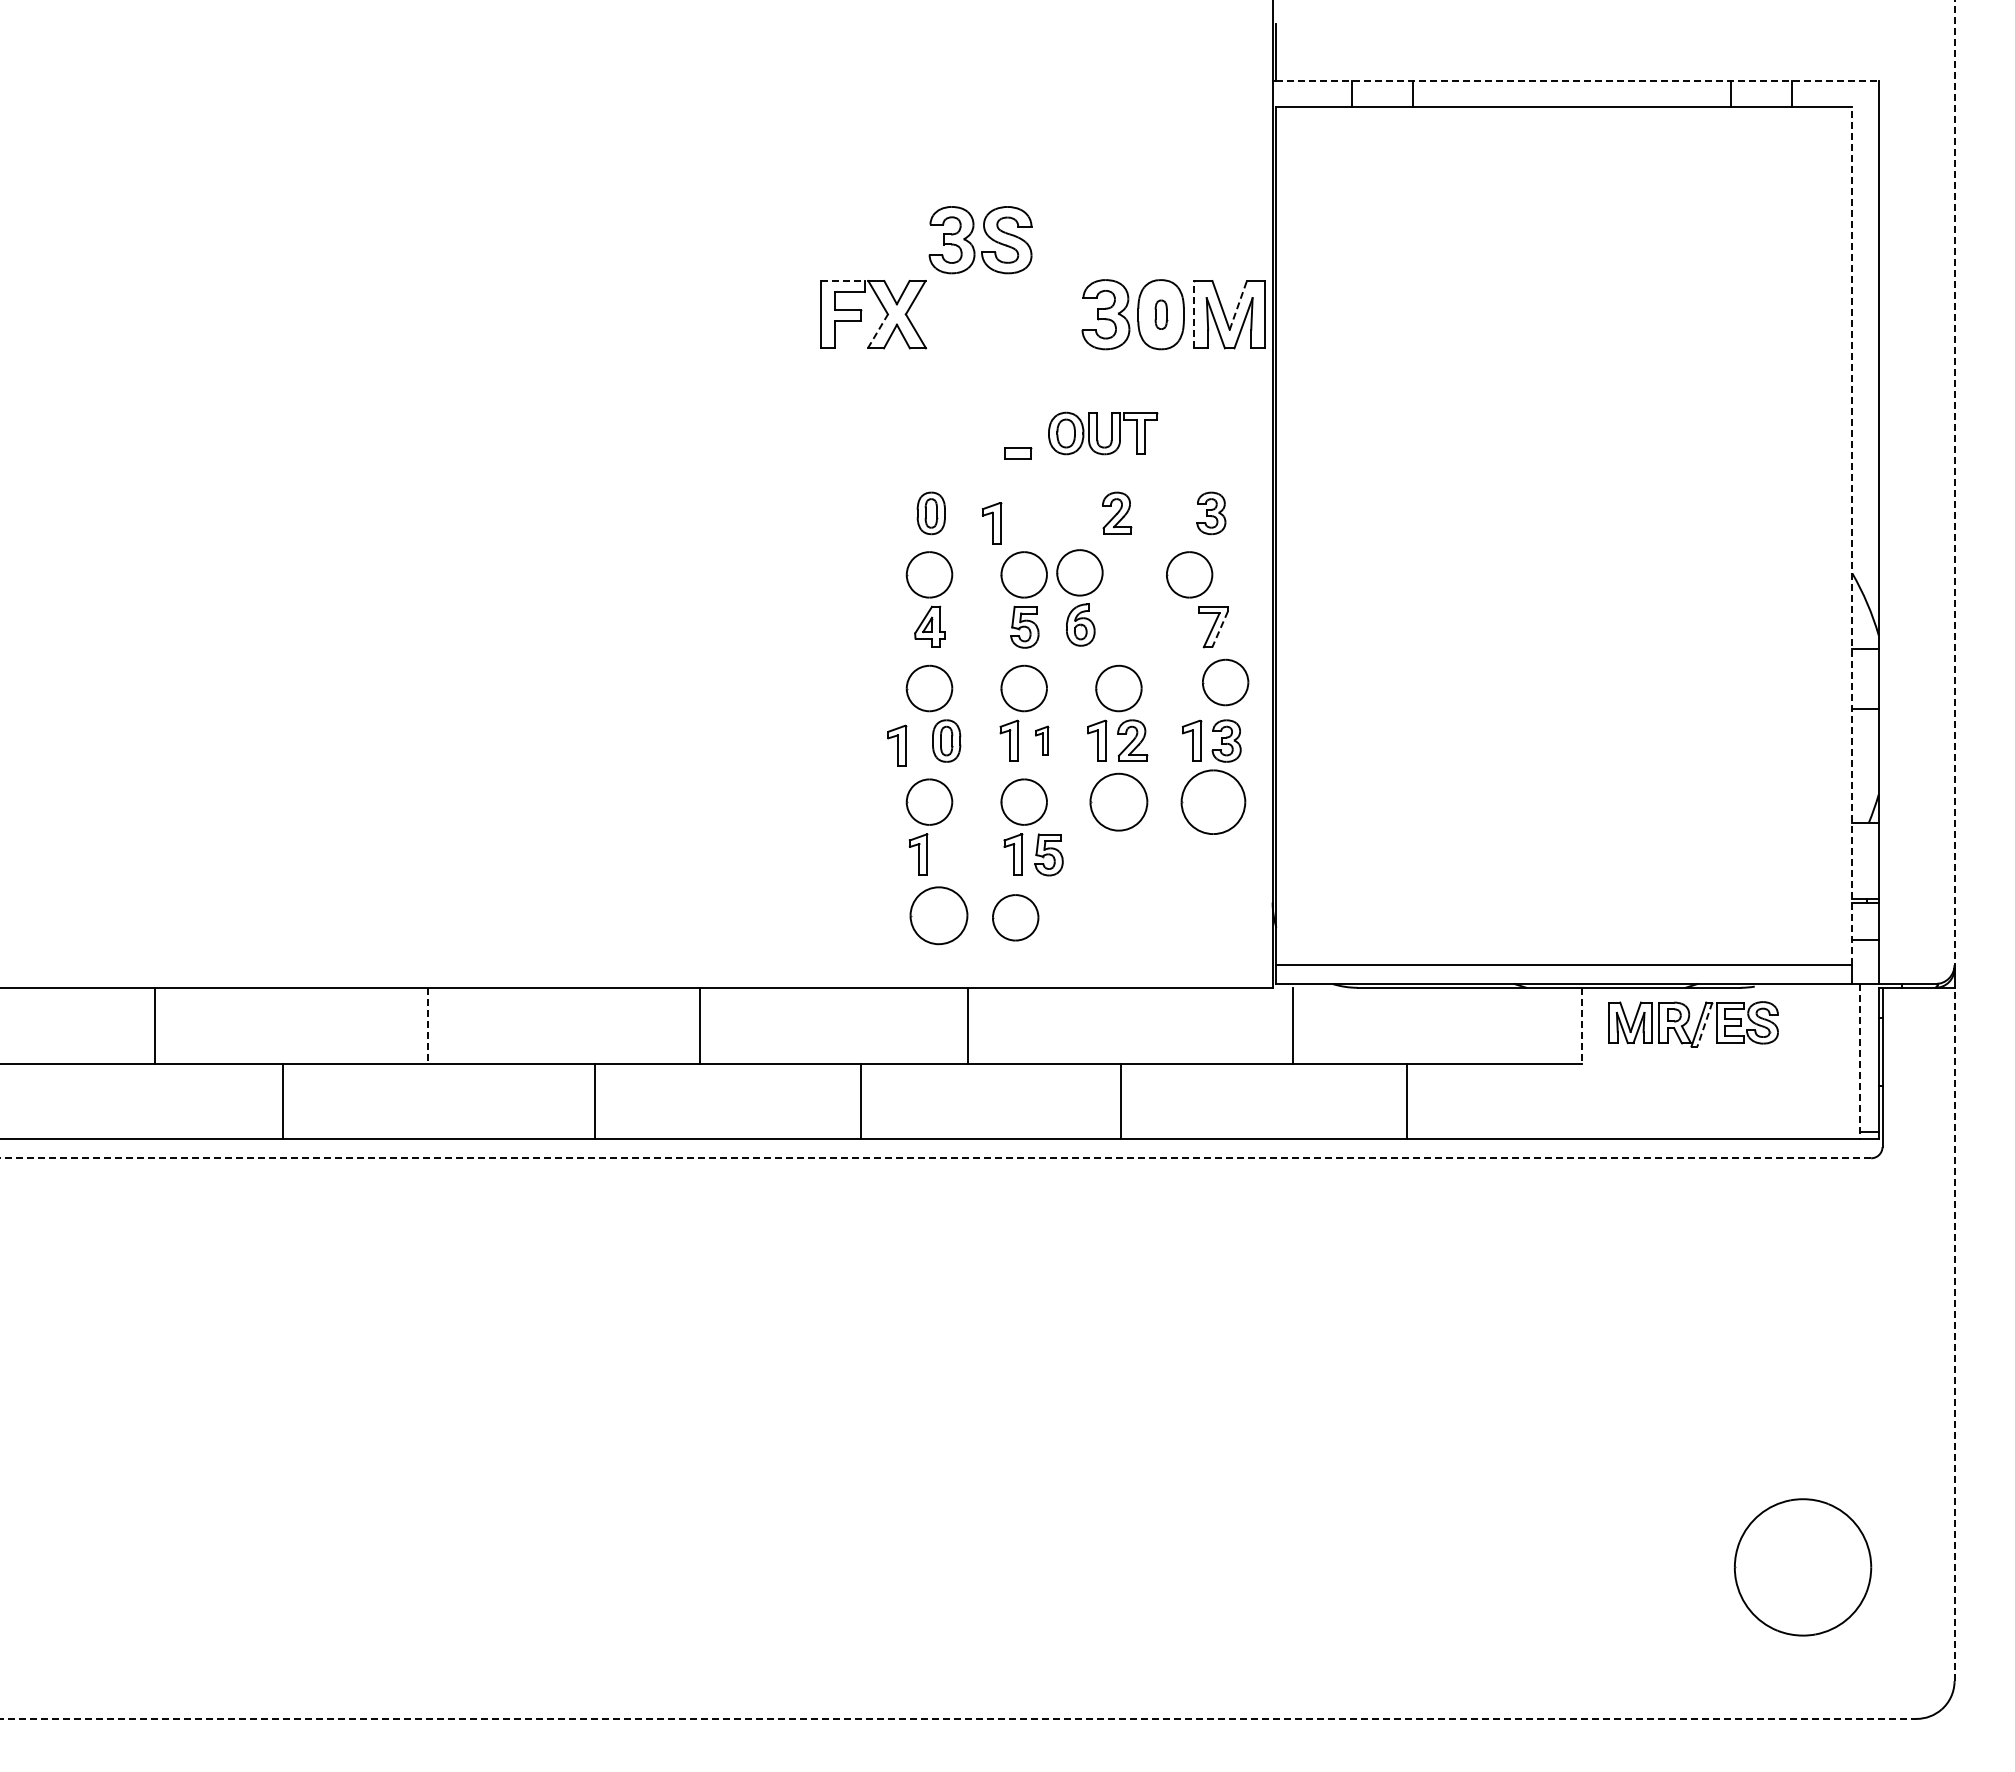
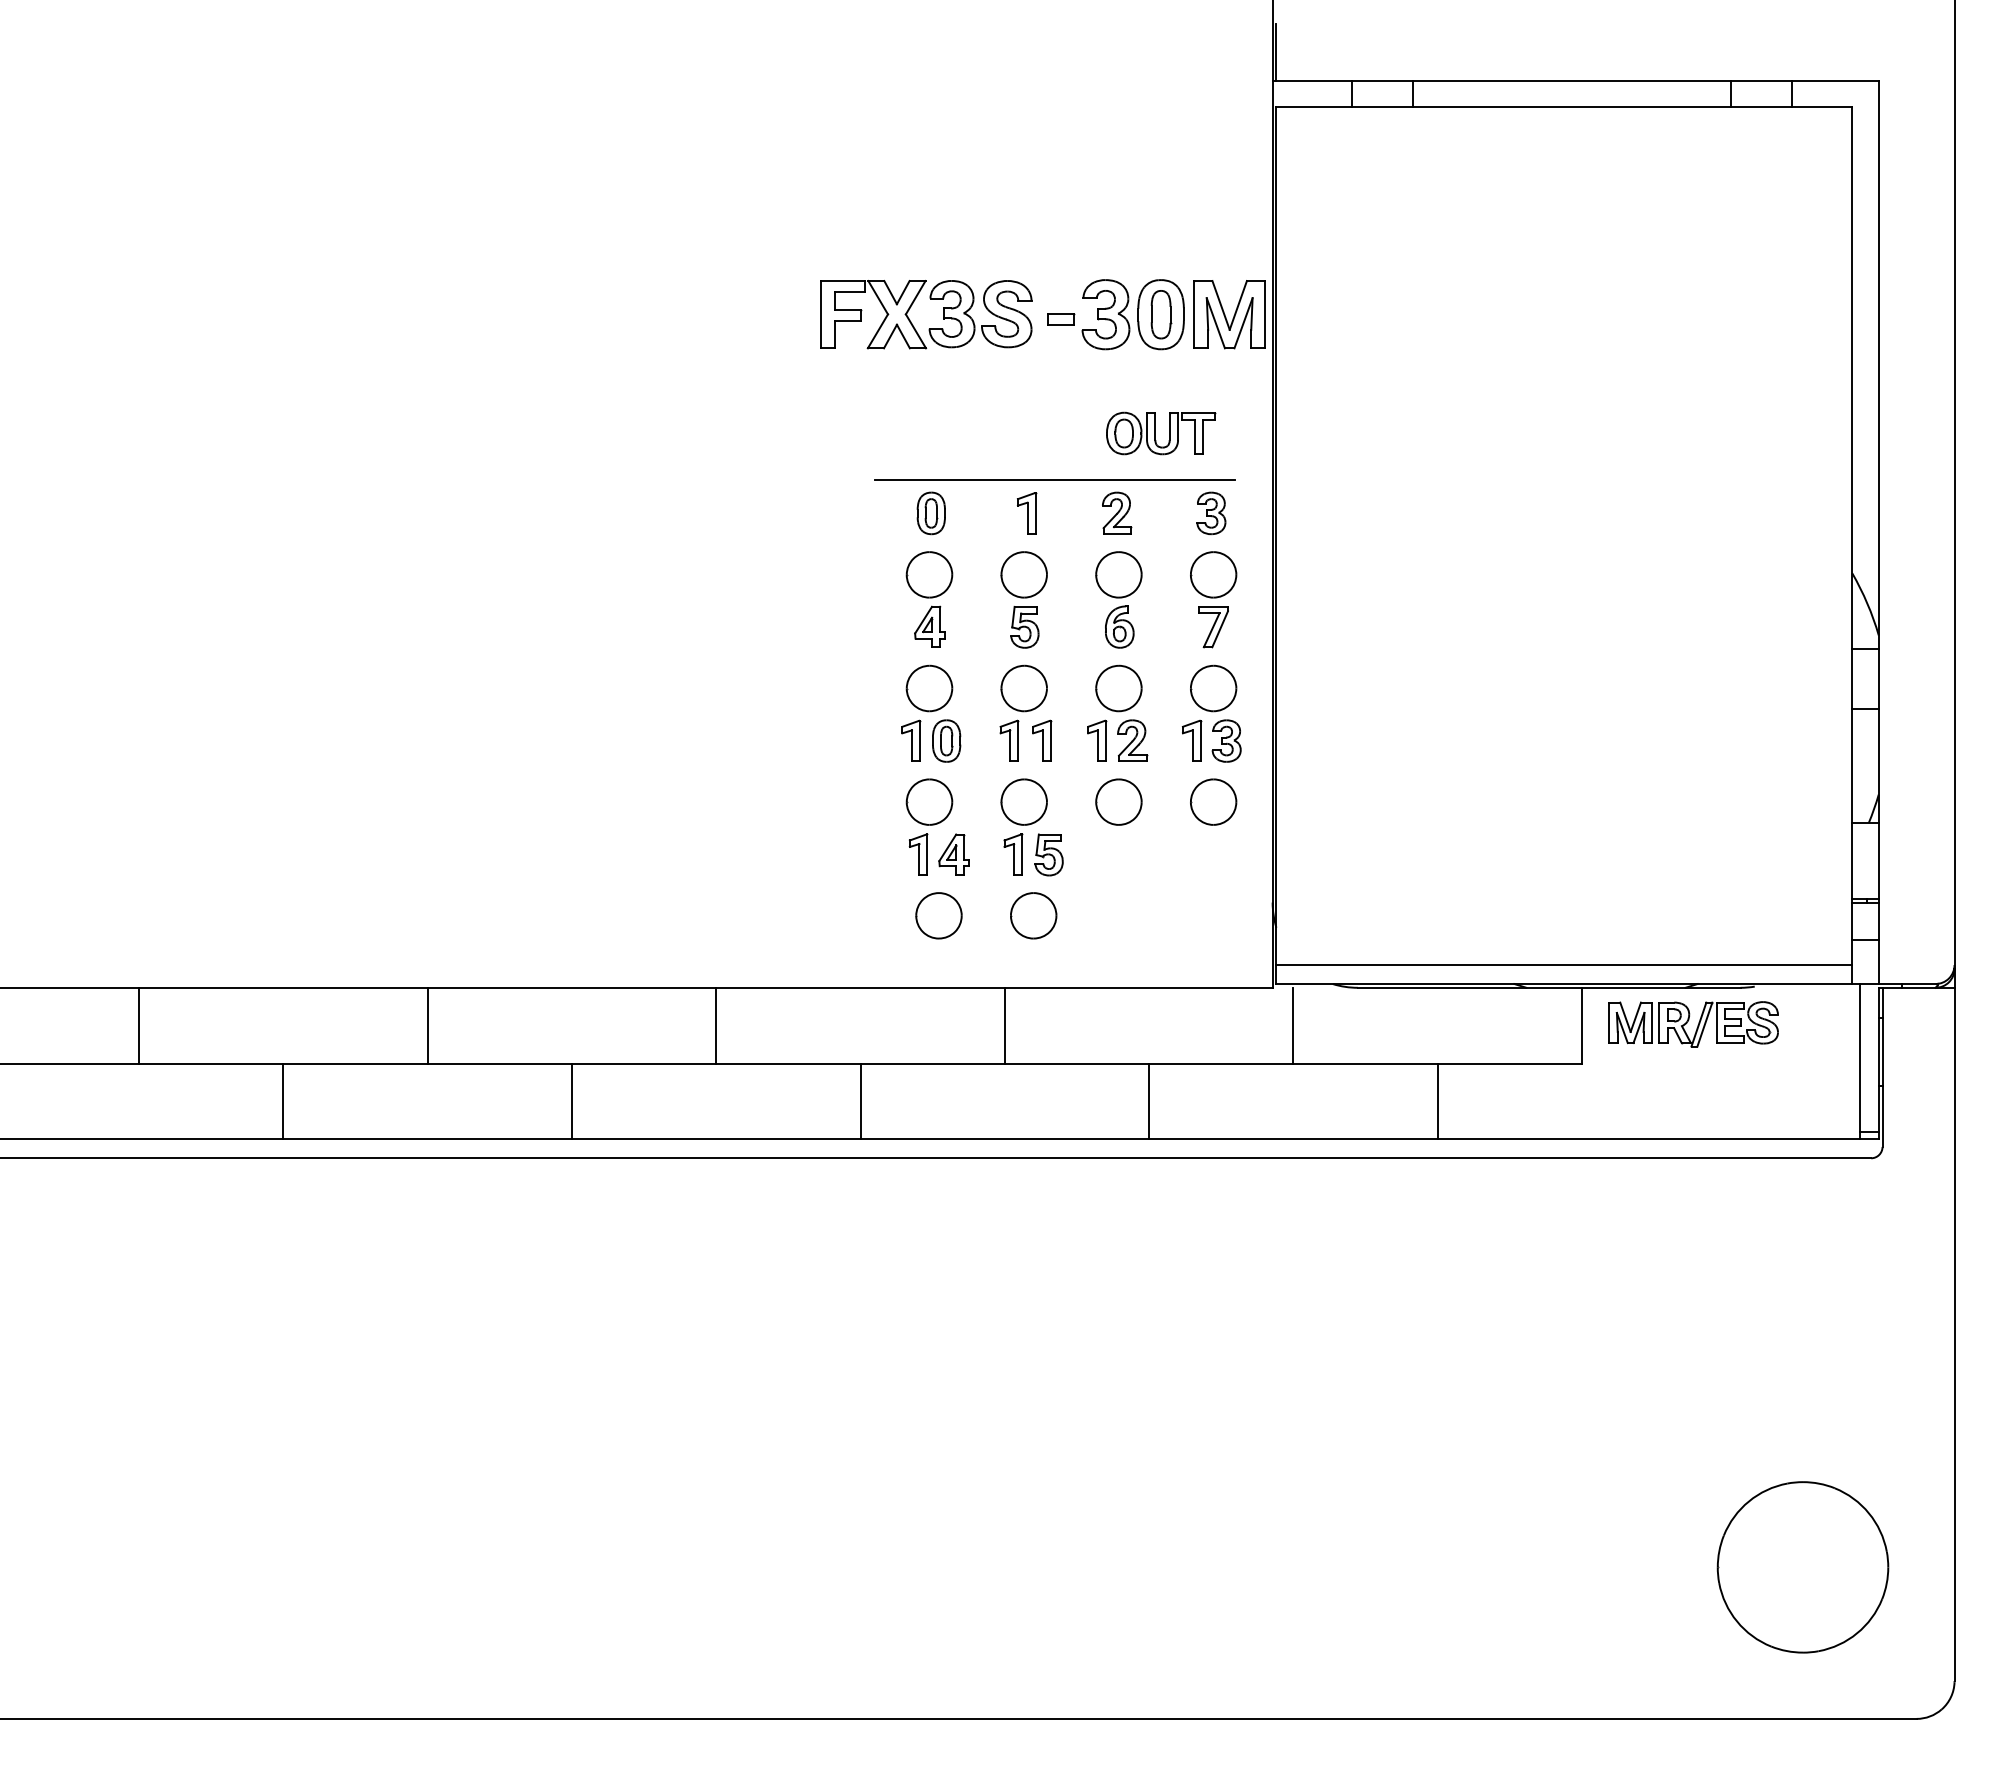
line at (1578, 80): dashed -> solid
part at (985, 234) position: (985, 234) -> (985, 308)
line at (842, 281): dashed -> solid
line at (1238, 305): dashed -> solid
part at (1161, 314) size: 15x31 px -> 23x50 px
line at (1194, 314): dashed -> solid
line at (877, 331): dashed -> solid
part at (1103, 433) position: (1103, 433) -> (1161, 433)
part at (1018, 453) position: (1018, 453) -> (1061, 319)
line at (1054, 480): none -> present
line at (1954, 485): dashed -> solid
part at (992, 523) position: (992, 523) -> (1027, 513)
line at (1852, 535): dashed -> solid
part at (1189, 574) position: (1189, 574) -> (1213, 574)
part at (1079, 597) position: (1079, 597) -> (1118, 599)
line at (1220, 629): dashed -> solid
part at (1225, 682) position: (1225, 682) -> (1213, 688)
part at (1042, 740) size: 15x31 px -> 21x43 px
part at (897, 745) position: (897, 745) -> (911, 740)
part at (1118, 801) size: 60x60 px -> 48x48 px
part at (1213, 801) size: 67x66 px -> 48x48 px
part at (953, 854): none -> present
part at (938, 915) size: 60x60 px -> 48x48 px
part at (1015, 917) position: (1015, 917) -> (1033, 915)
line at (154, 1025) position: (154, 1025) -> (138, 1025)
line at (427, 1025): dashed -> solid
line at (700, 1025) position: (700, 1025) -> (716, 1025)
line at (967, 1025) position: (967, 1025) -> (1004, 1025)
line at (1582, 1025): dashed -> solid
line at (1704, 1025): dashed -> solid
line at (1859, 1061): dashed -> solid
line at (594, 1101) position: (594, 1101) -> (571, 1101)
line at (1121, 1101) position: (1121, 1101) -> (1149, 1101)
line at (1406, 1101) position: (1406, 1101) -> (1437, 1101)
line at (935, 1158): dashed -> solid
line at (1954, 1334): dashed -> solid
part at (1802, 1567) size: 140x139 px -> 174x173 px
line at (958, 1718): dashed -> solid
